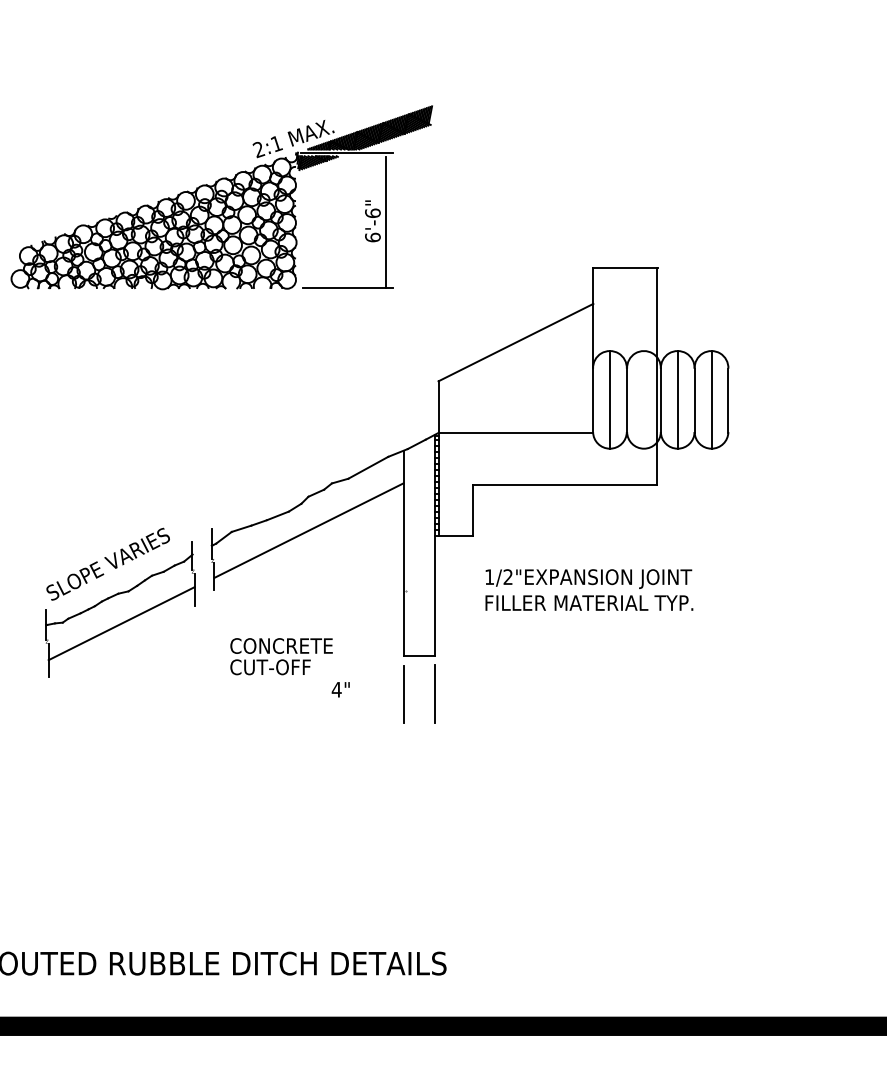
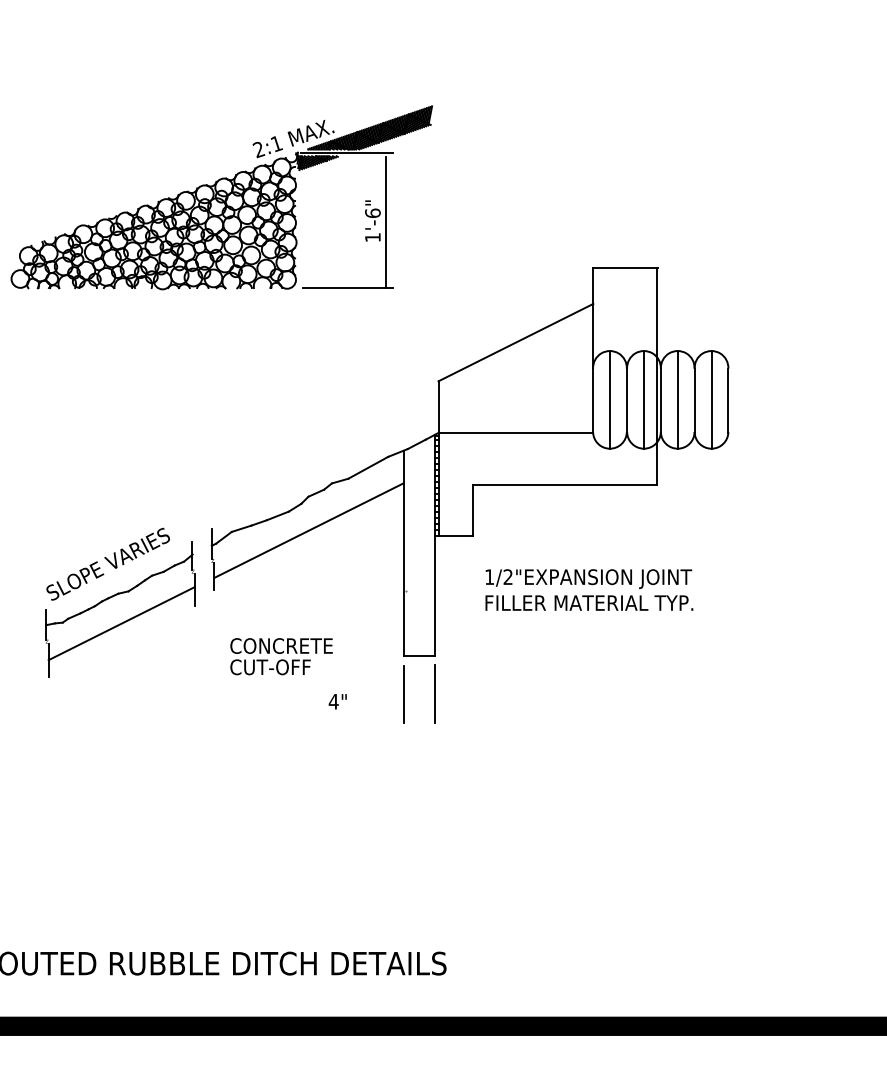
text at (372, 237): 6'-6" -> 1'-6"
line at (644, 399): none -> present
text at (340, 689) position: (340, 689) -> (337, 701)
